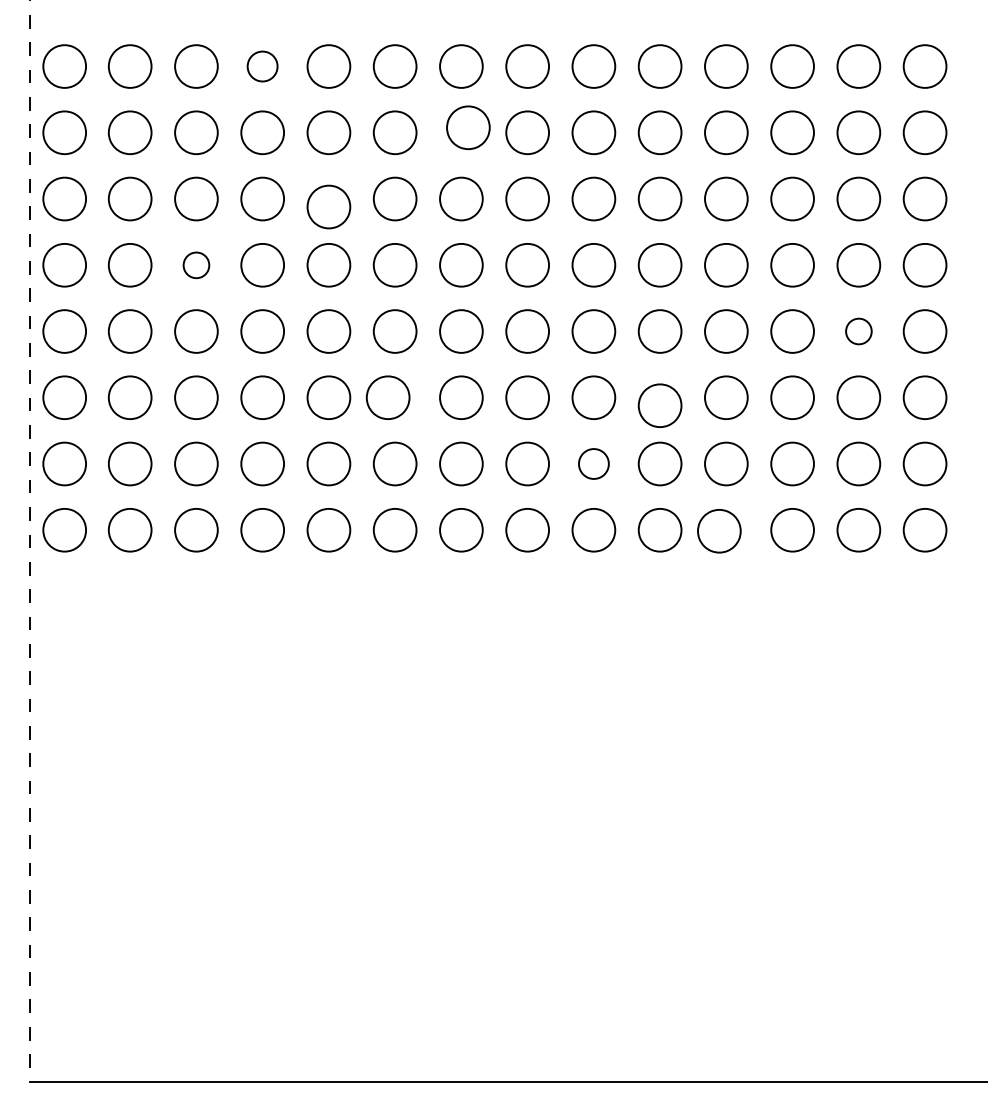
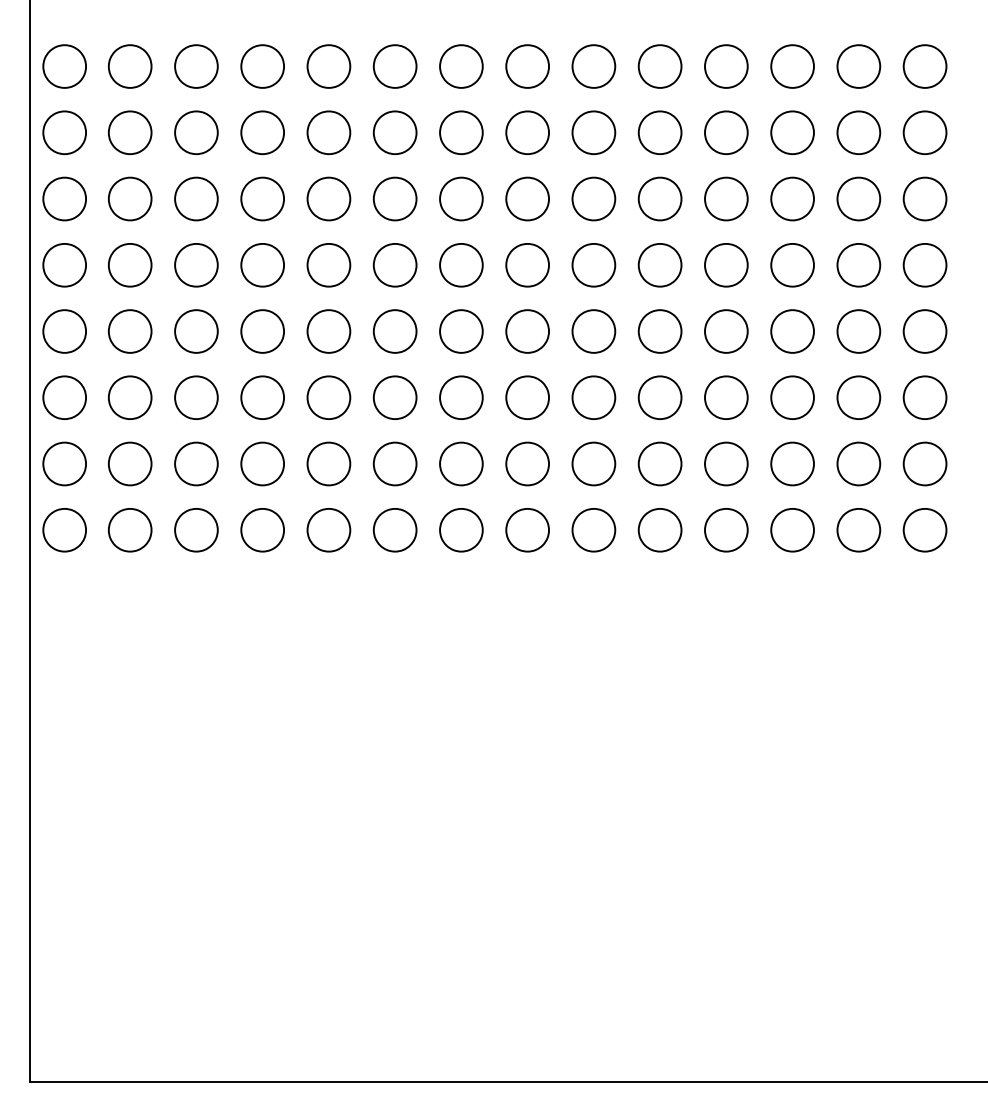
part at (262, 66) size: 33x33 px -> 45x45 px
part at (468, 127) position: (468, 127) -> (461, 132)
part at (328, 206) position: (328, 206) -> (328, 198)
part at (196, 265) size: 29x29 px -> 45x45 px
part at (858, 331) size: 28x29 px -> 46x45 px
part at (387, 397) position: (387, 397) -> (394, 397)
part at (659, 405) position: (659, 405) -> (659, 397)
part at (593, 463) size: 32x32 px -> 46x46 px
part at (719, 531) position: (719, 531) -> (726, 530)
line at (29, 541): dashed -> solid
